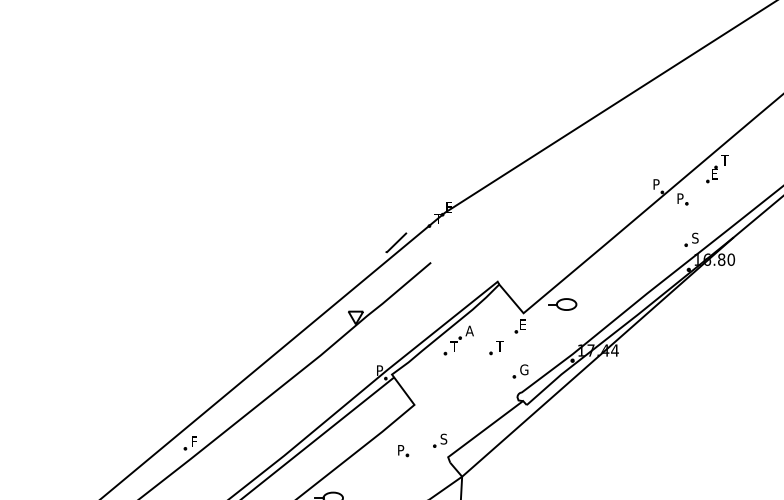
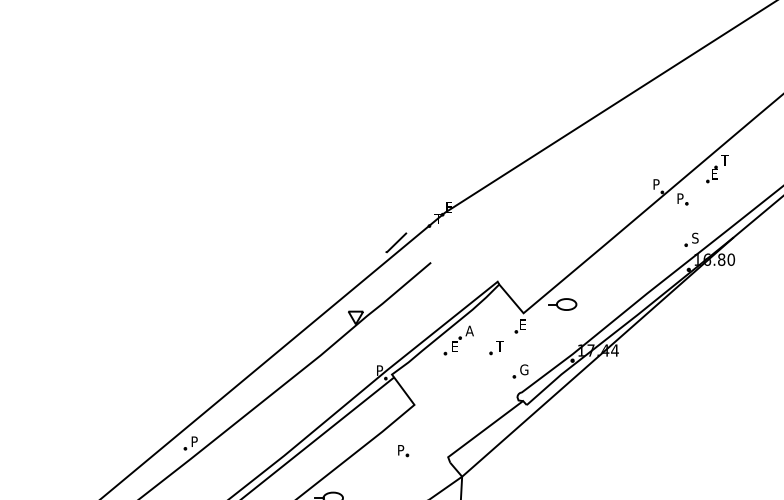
text at (453, 346): T -> E
part at (440, 440): present -> none
text at (194, 441): F -> P
